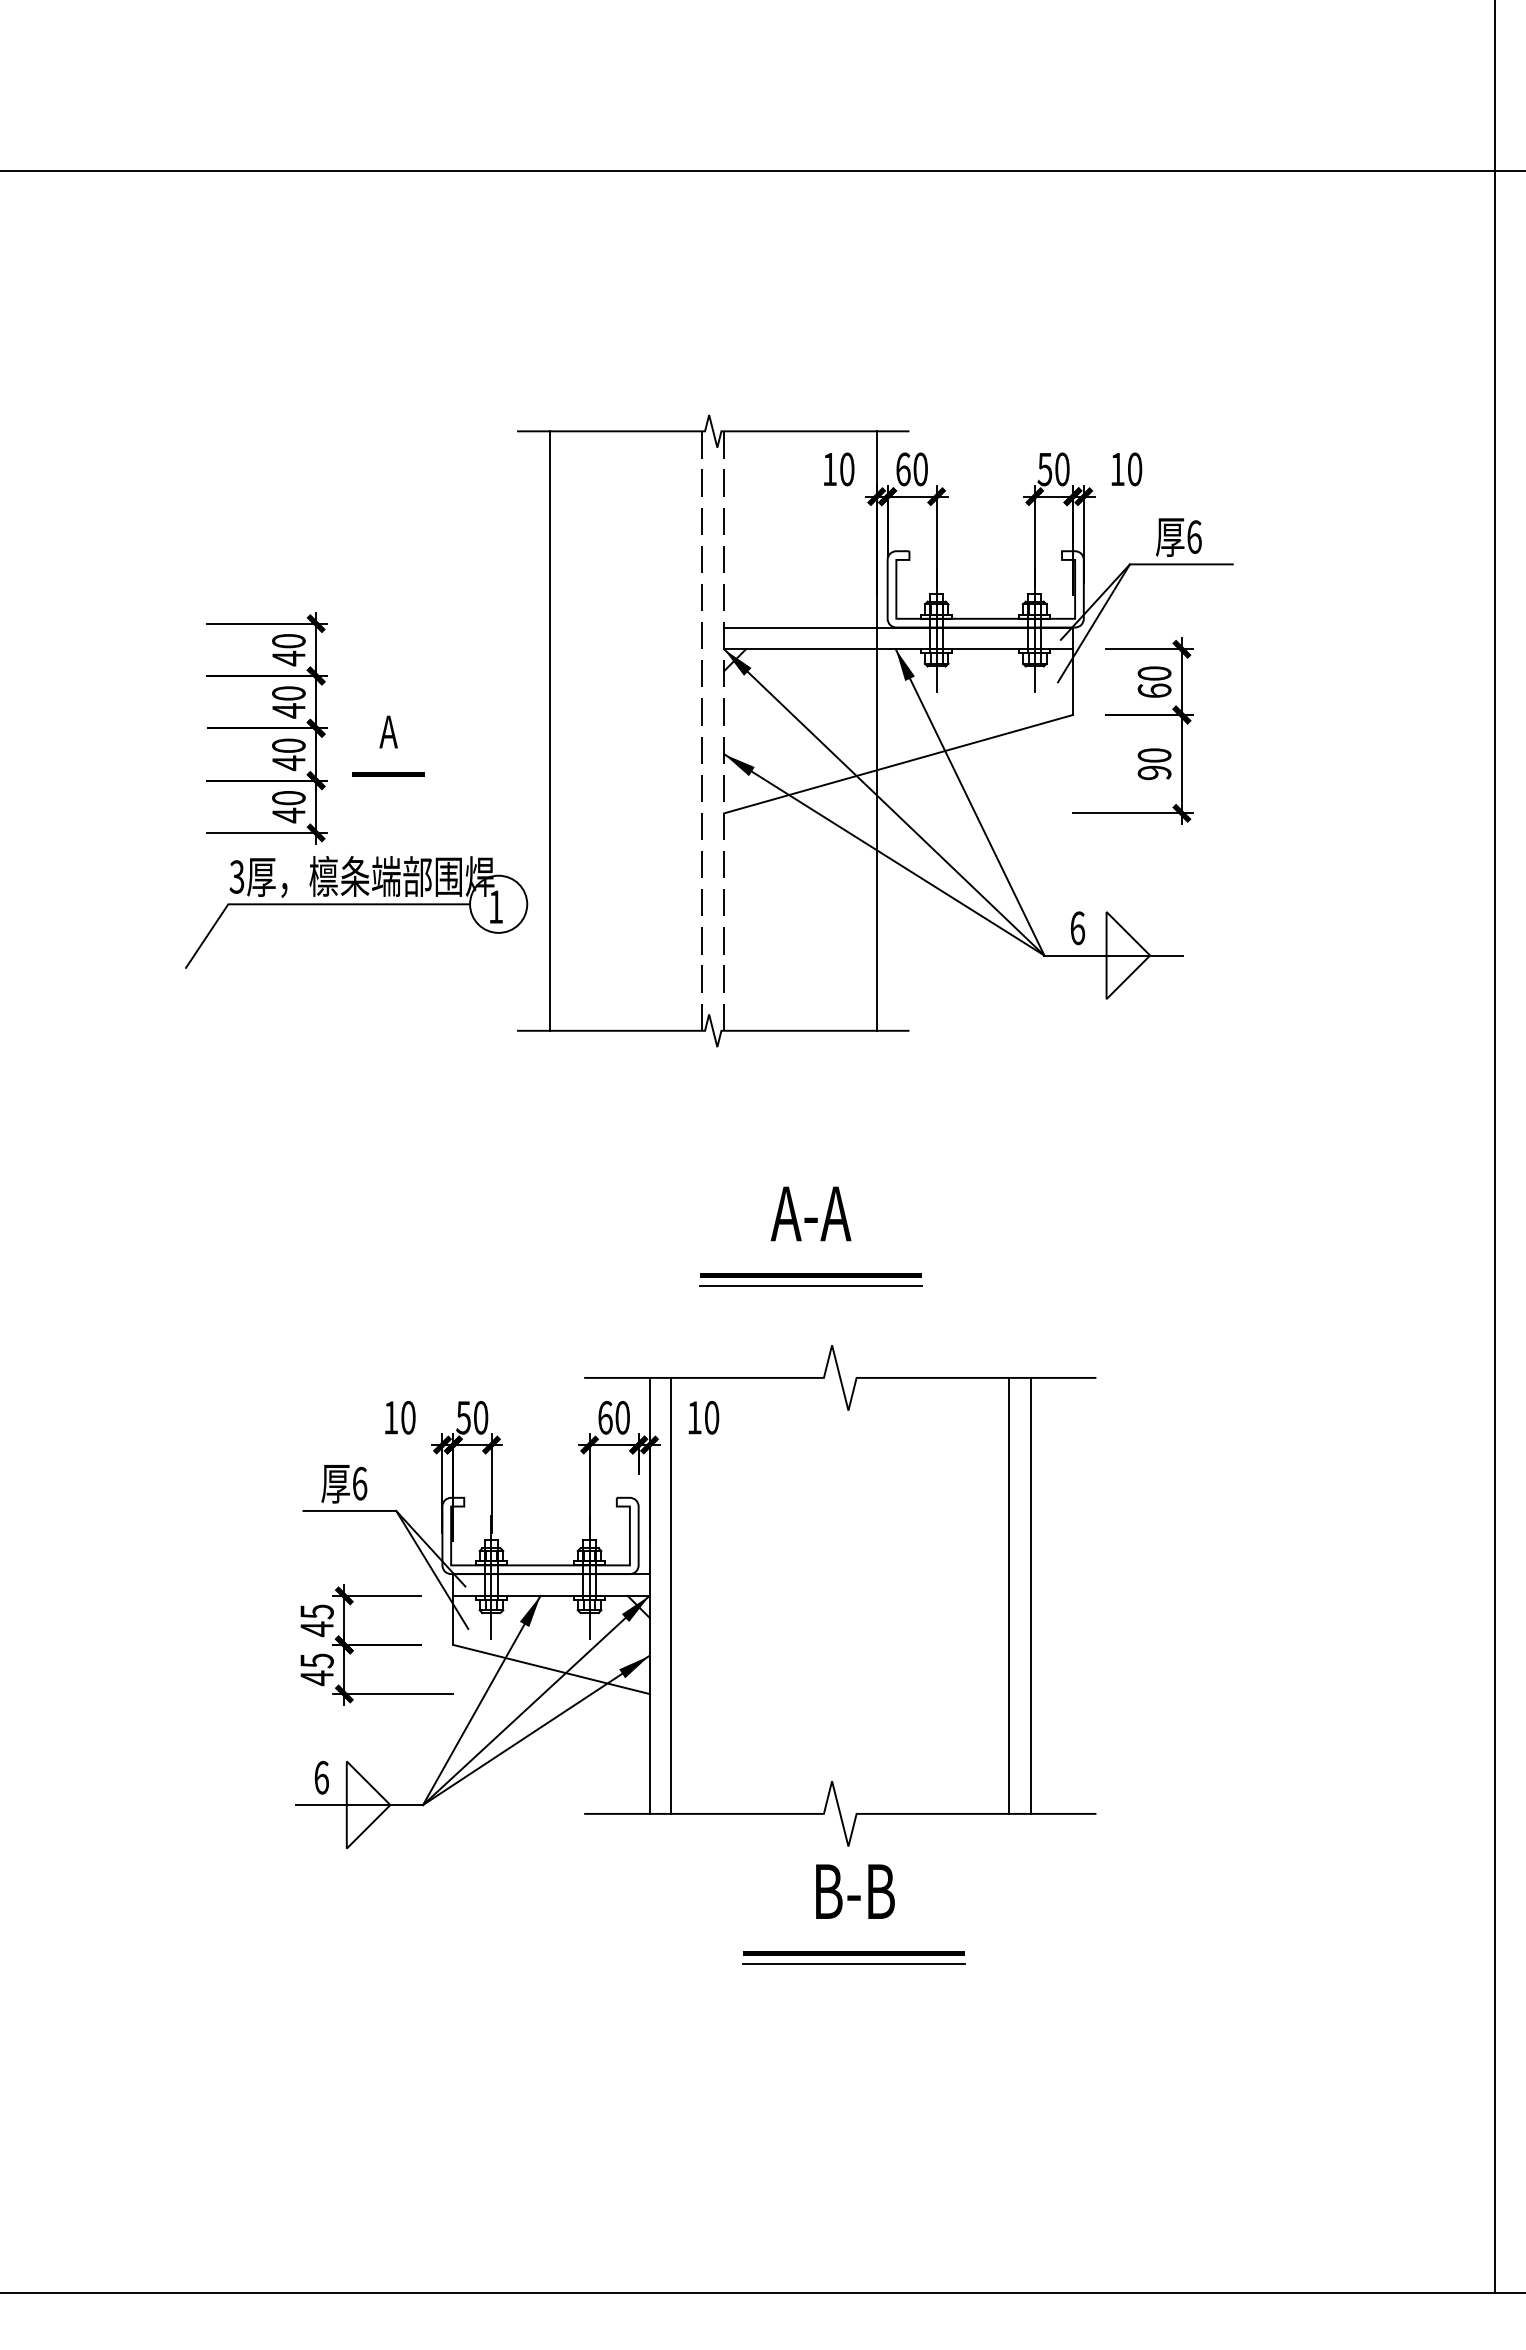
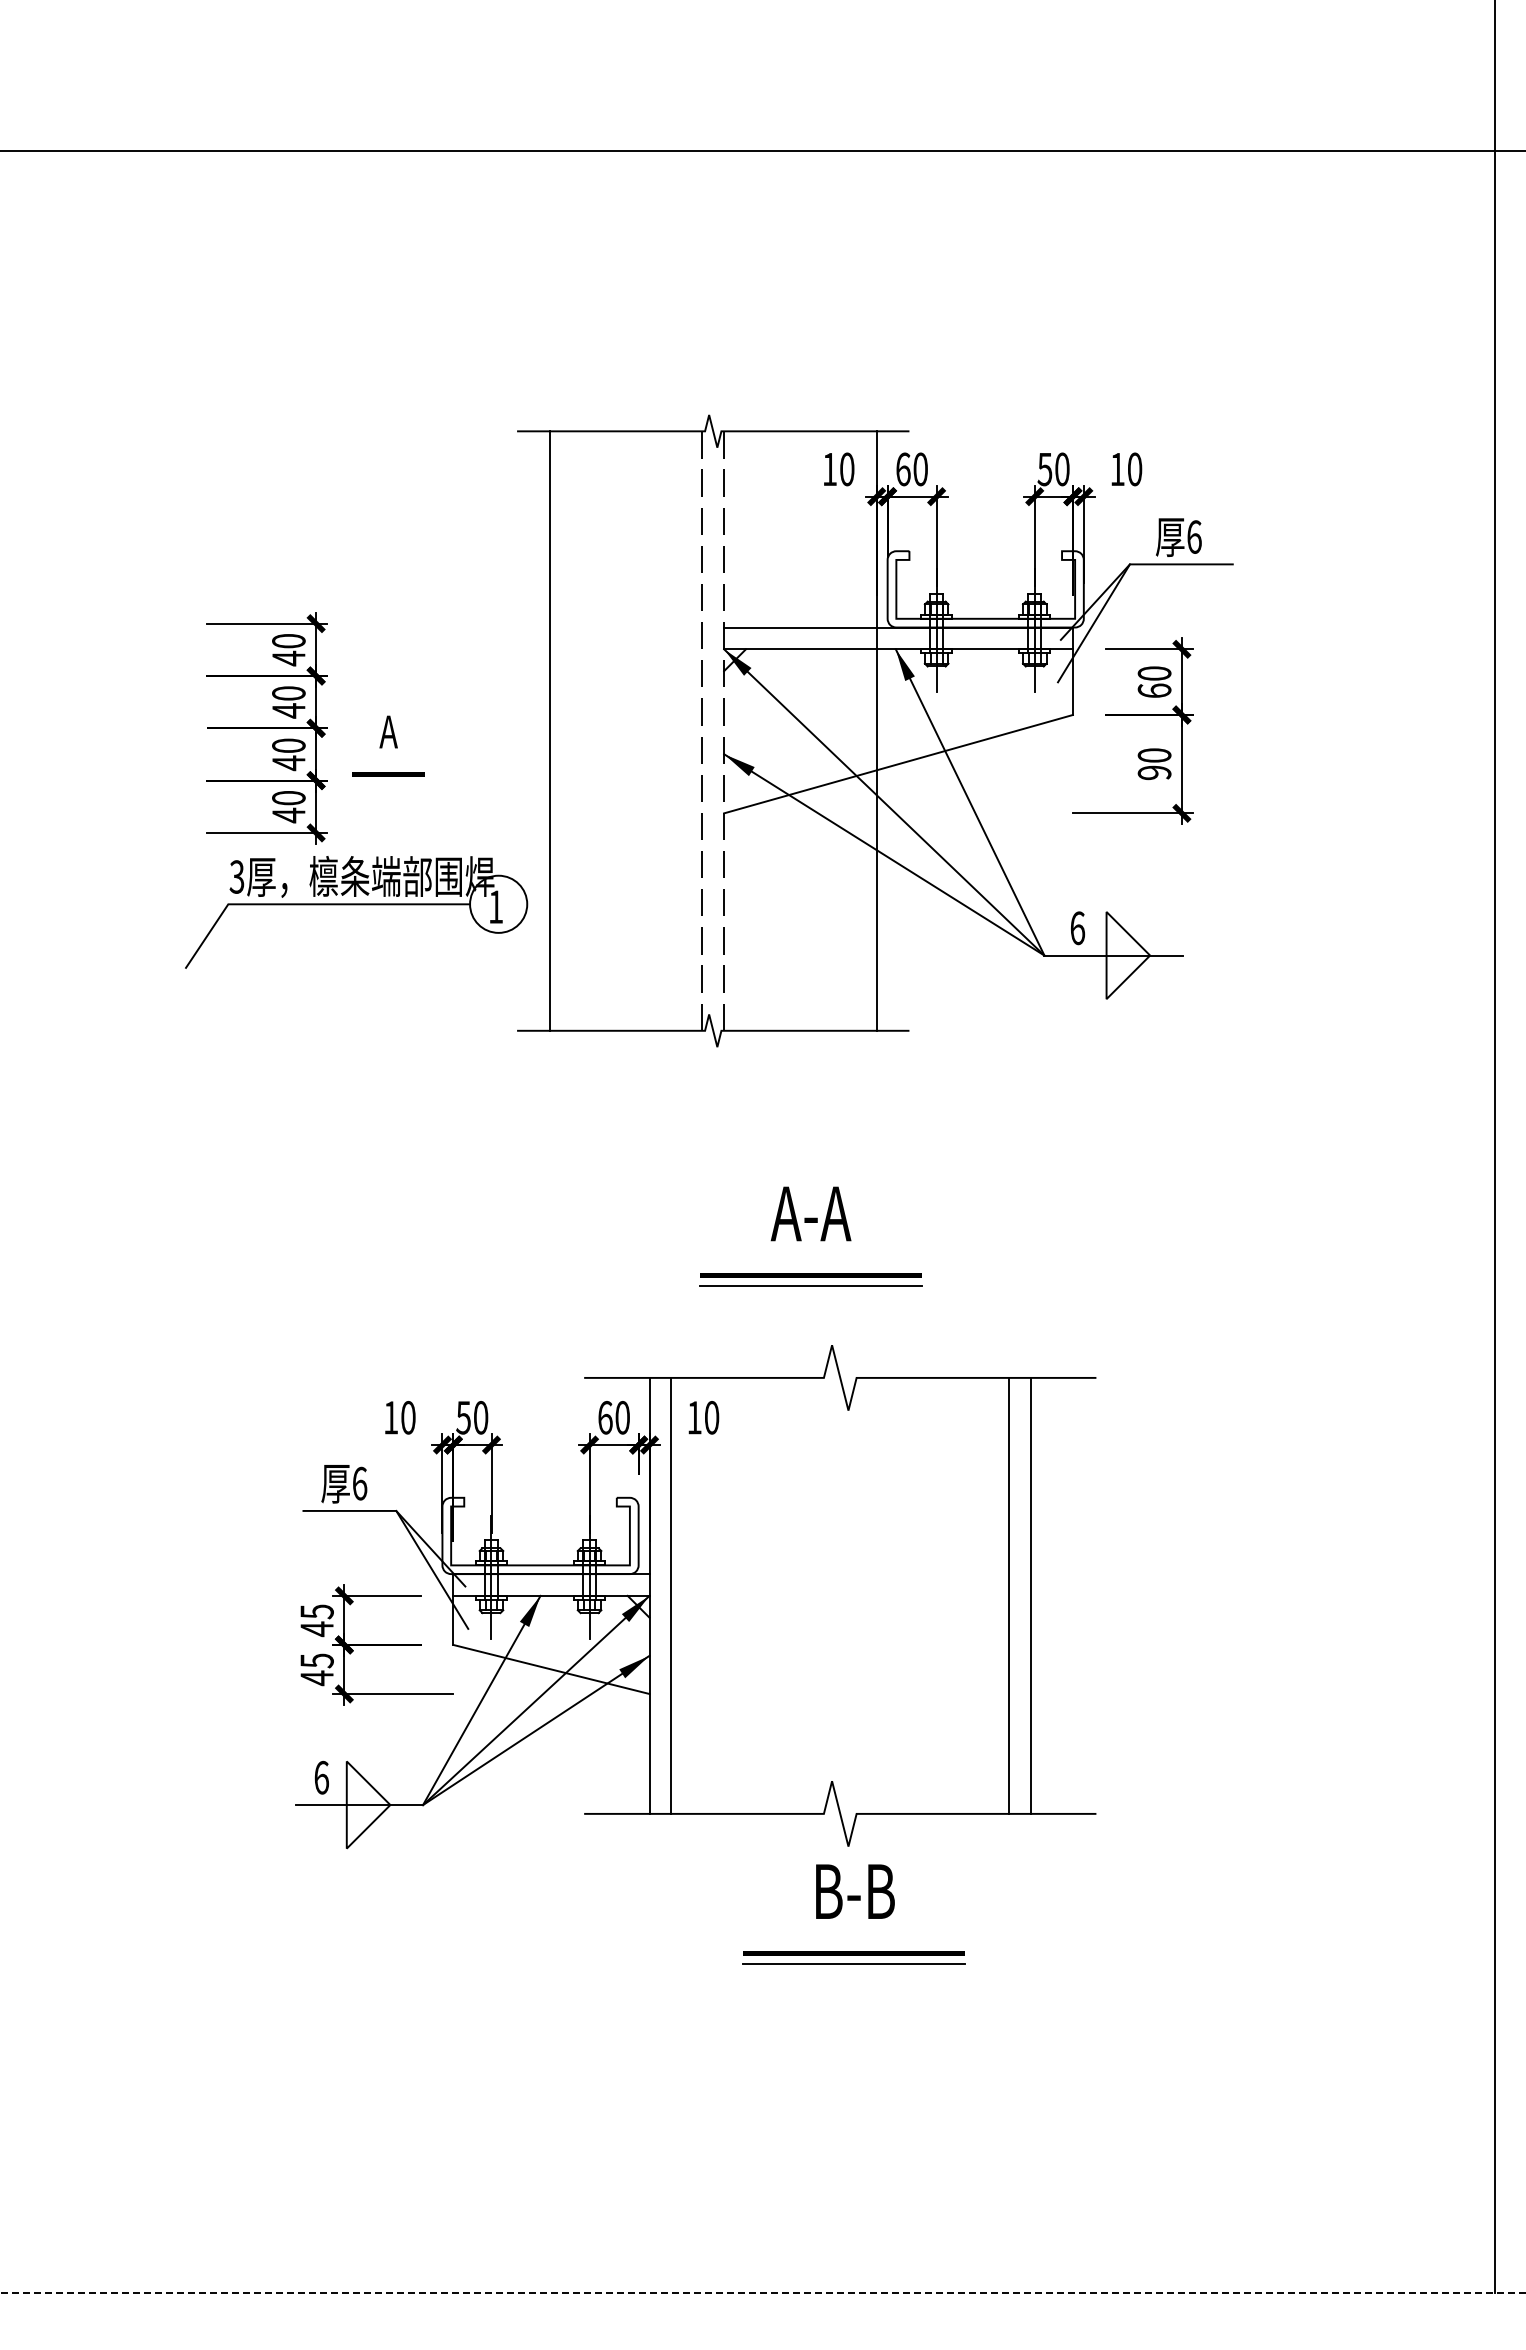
line at (762, 171) position: (762, 171) -> (762, 151)
line at (762, 2292): solid -> dashed
